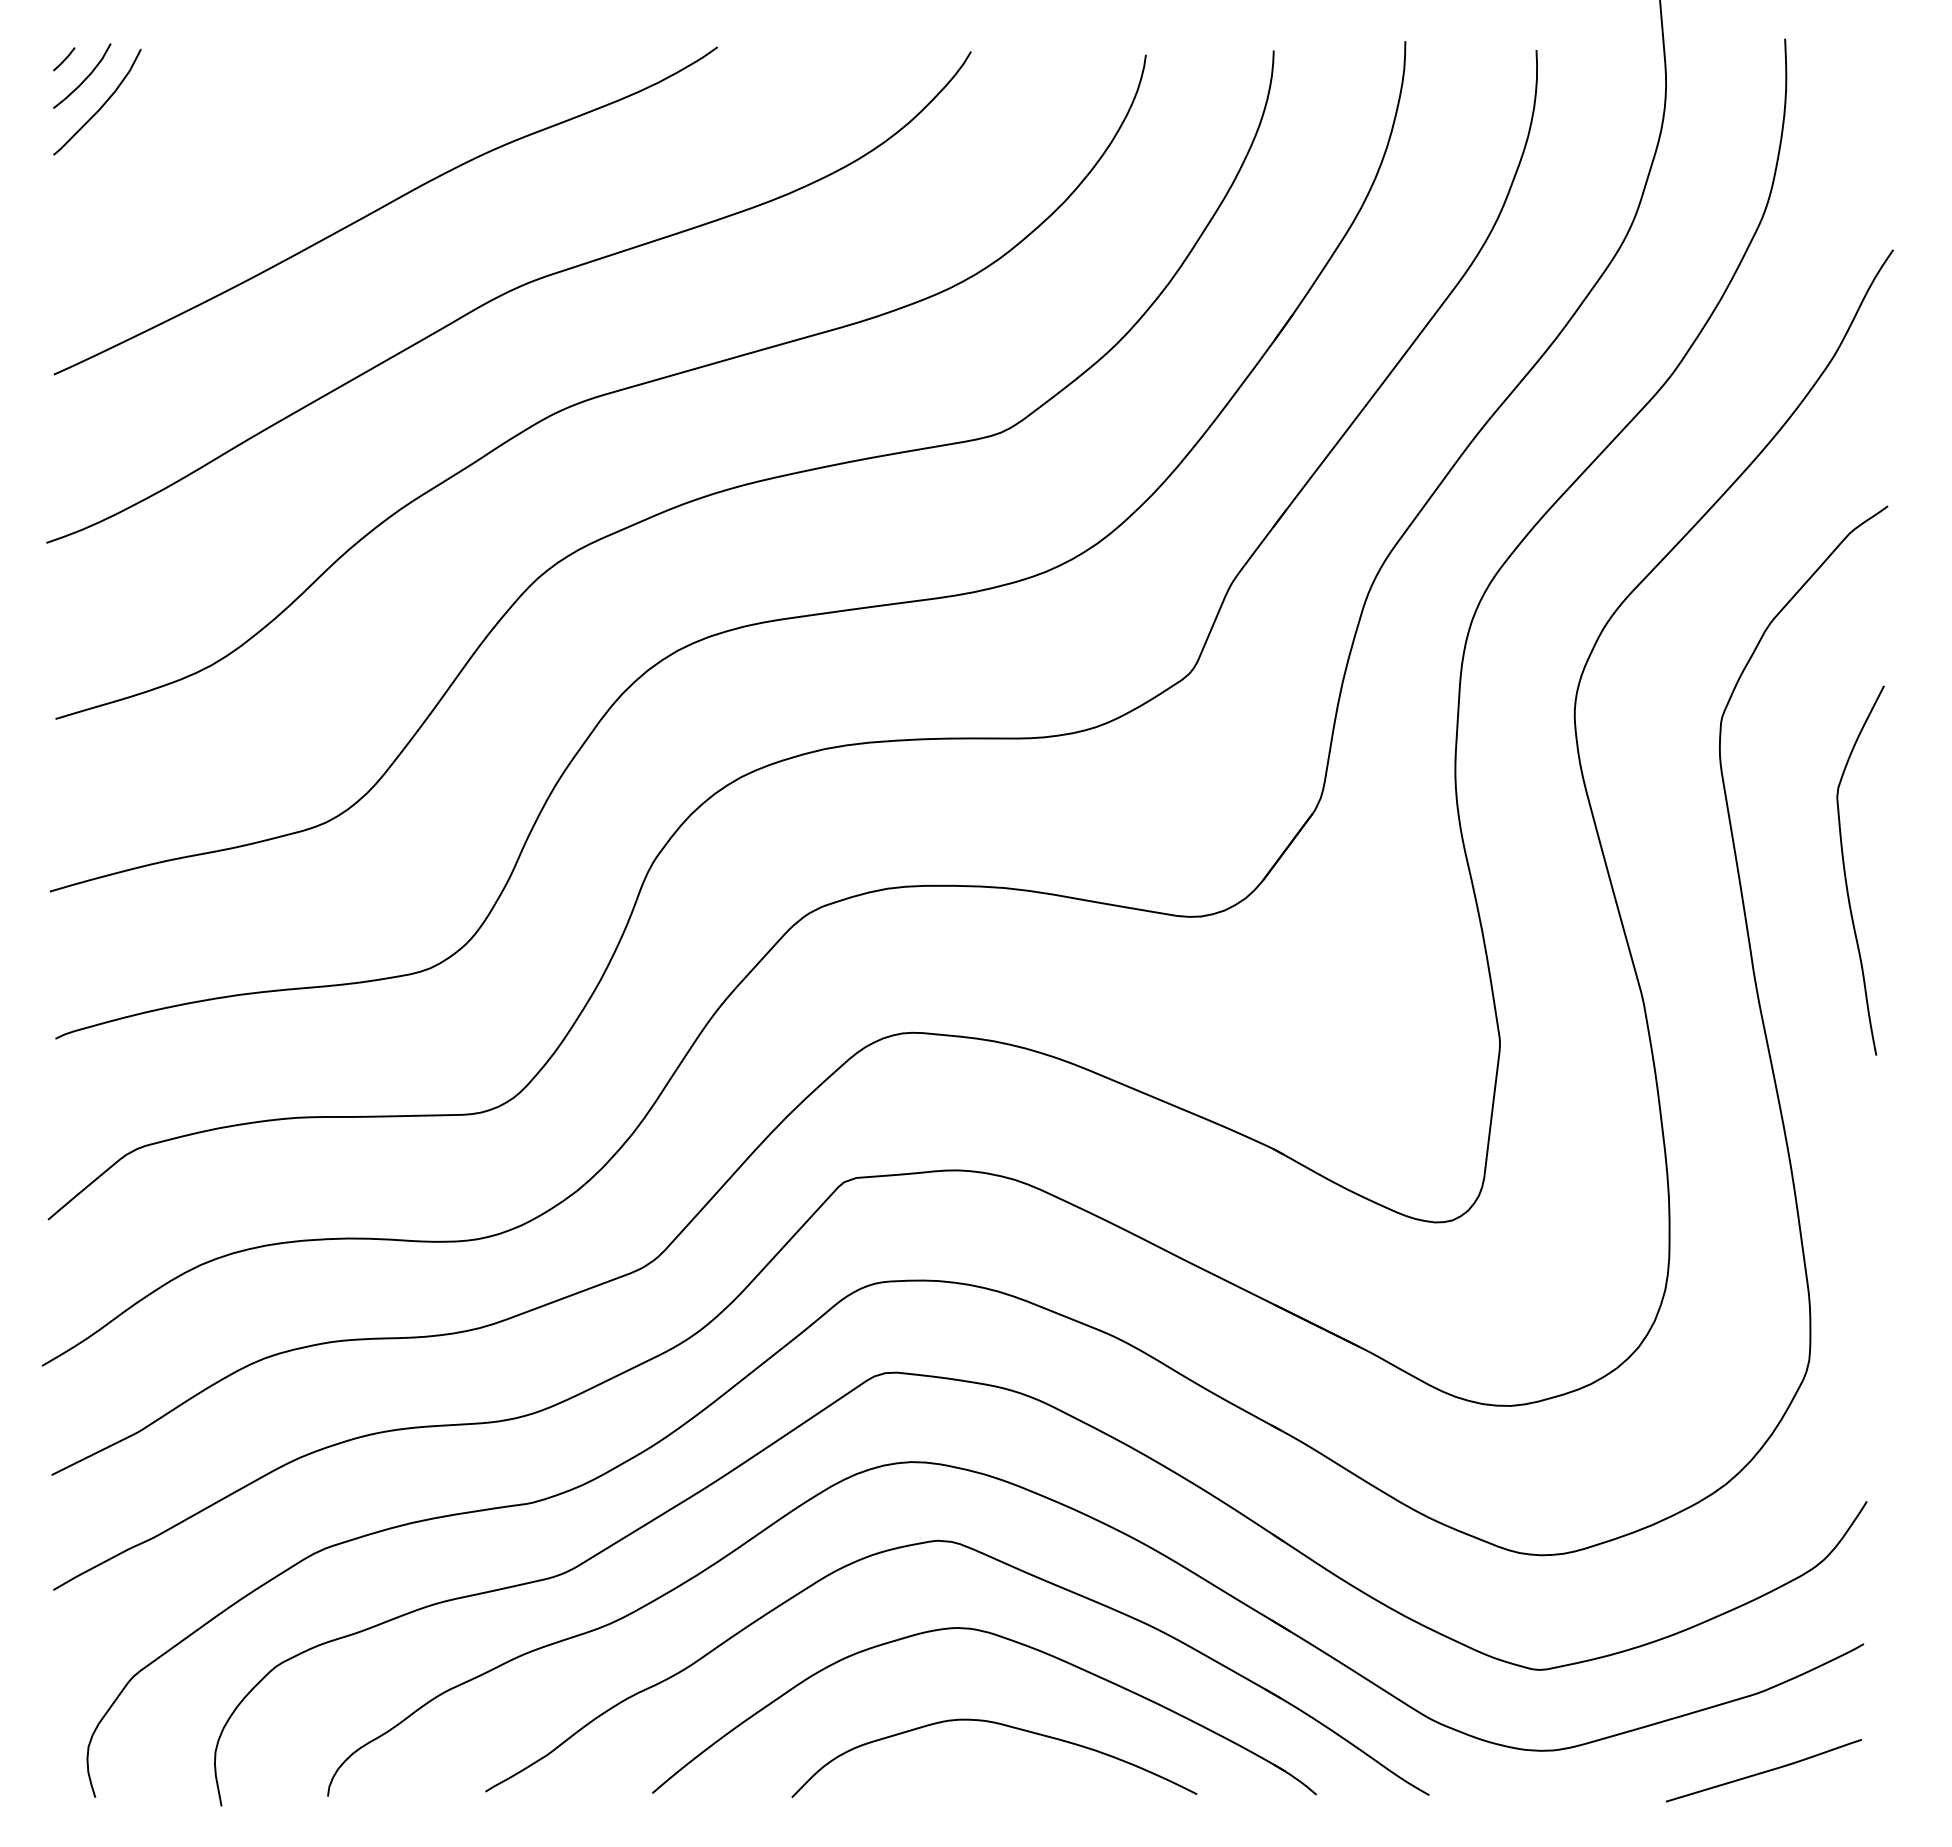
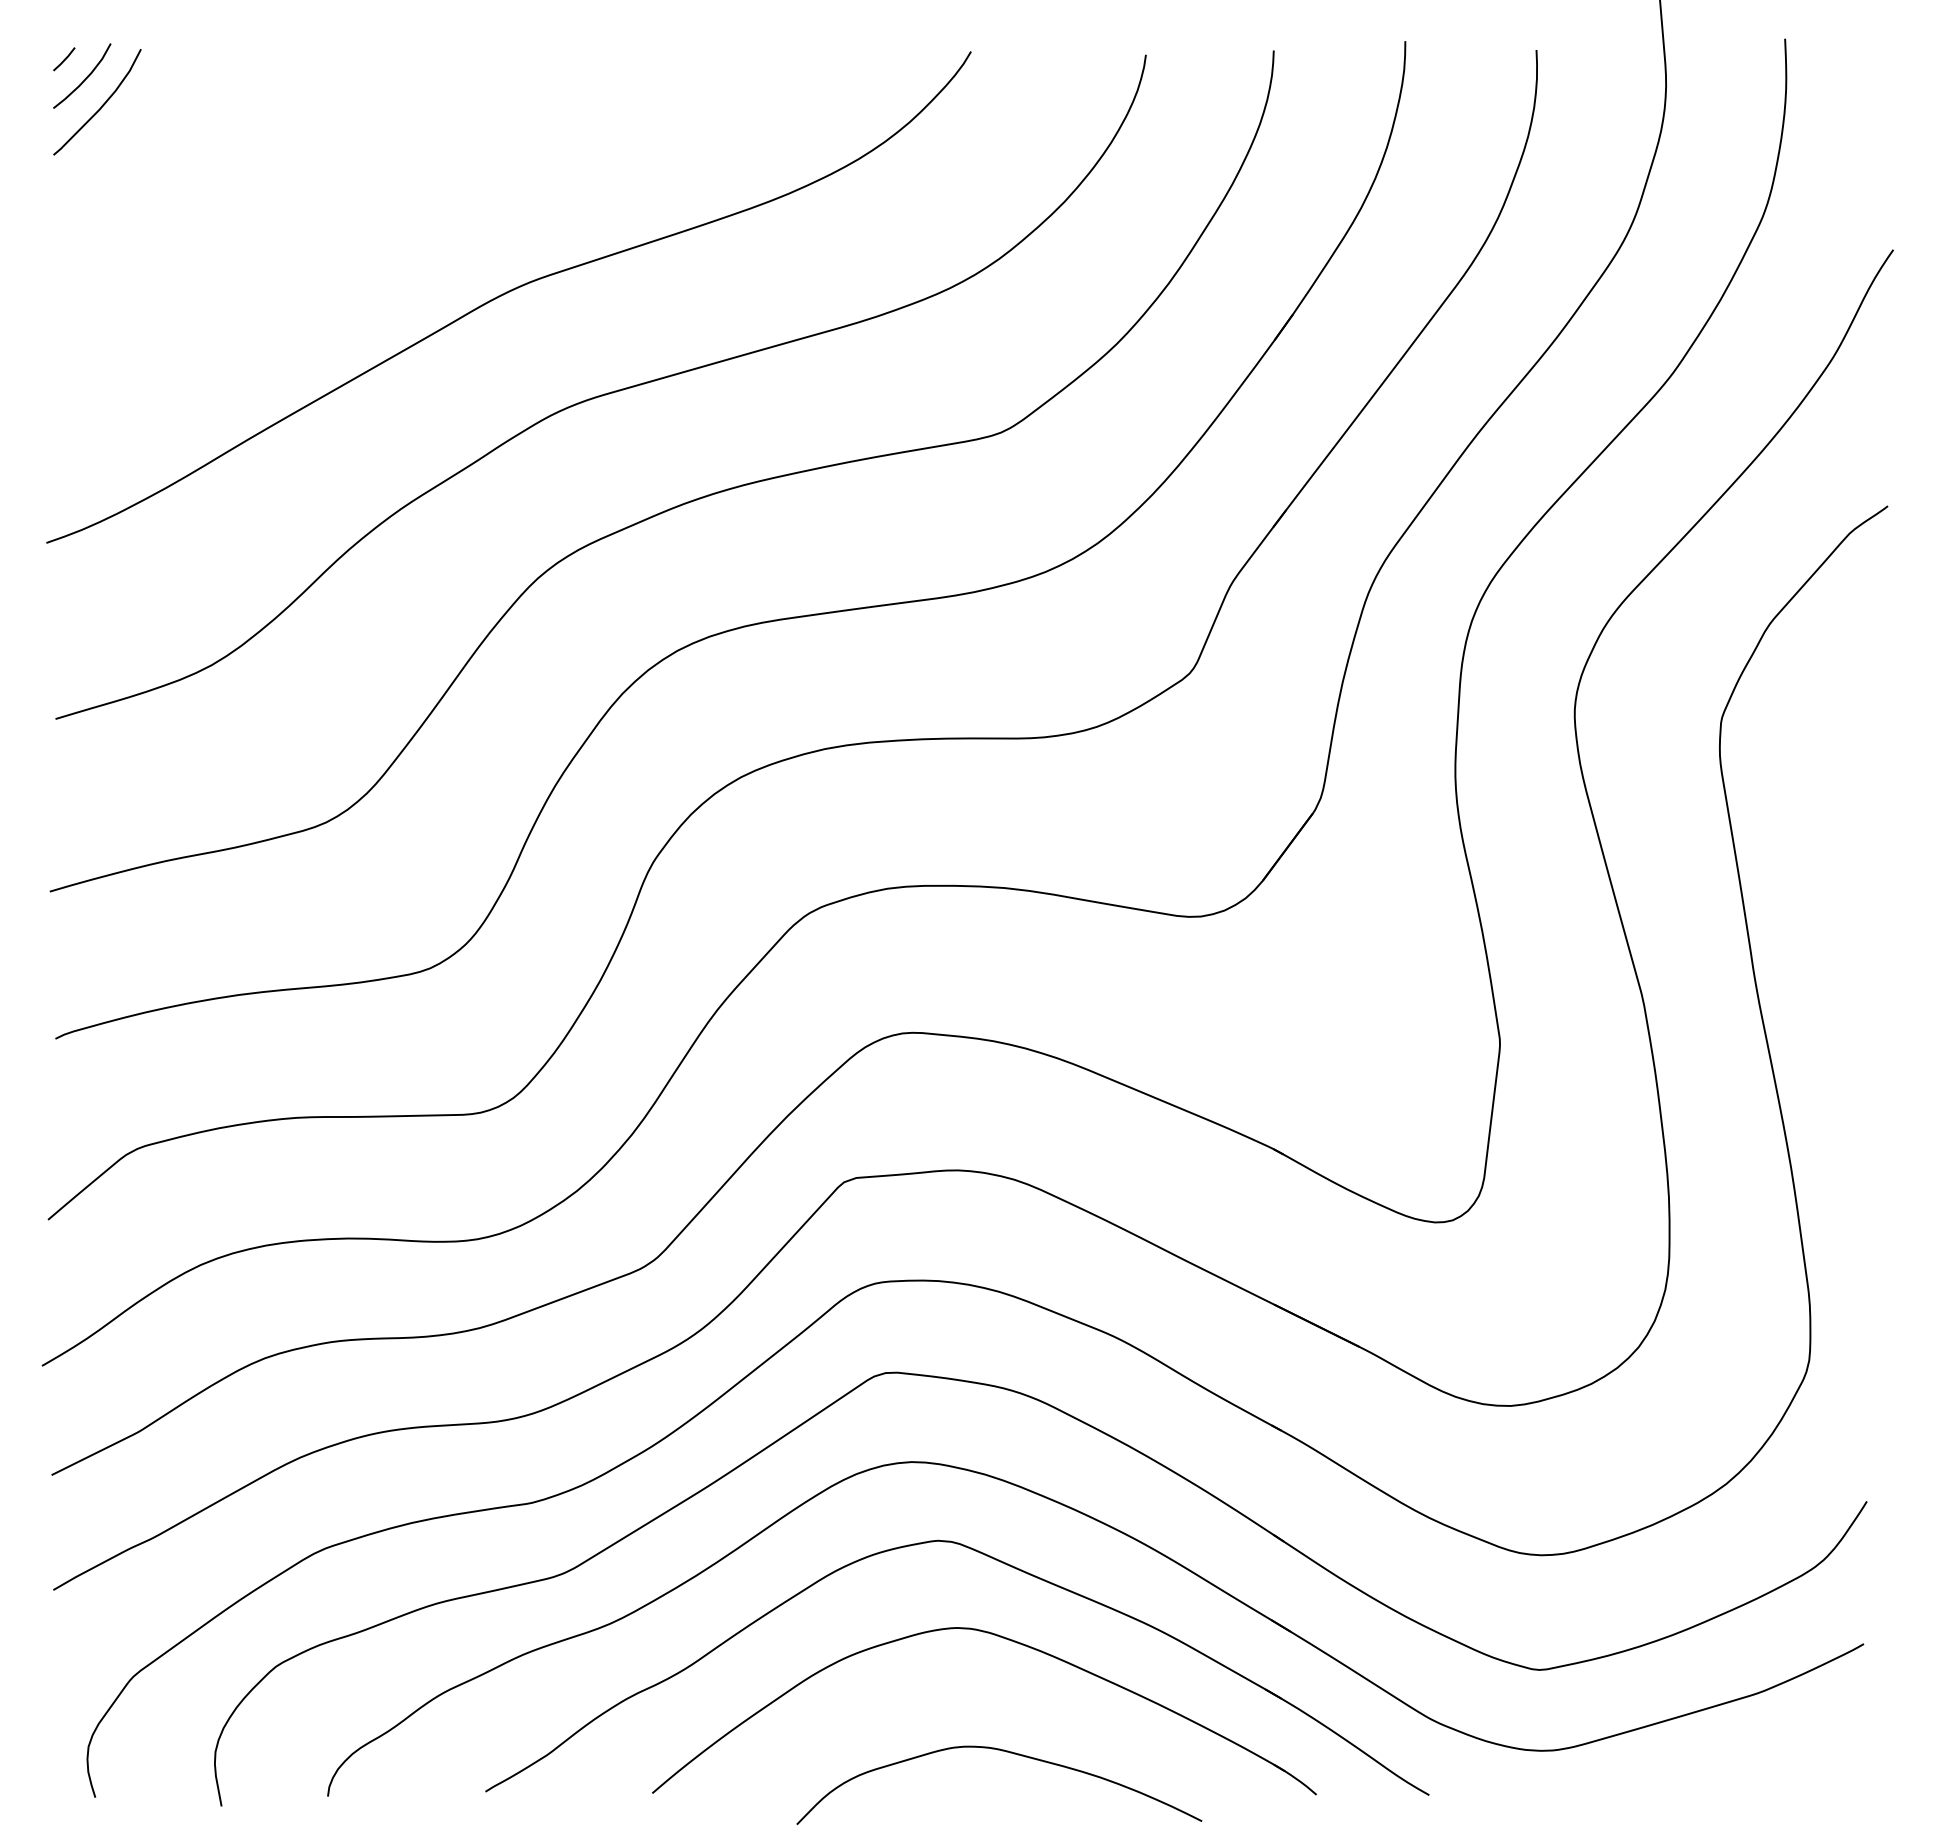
curve at (384, 207): present -> none
curve at (1846, 875): present -> none
curve at (1001, 1725) position: (1001, 1725) -> (1006, 1752)
curve at (1763, 1771): present -> none
